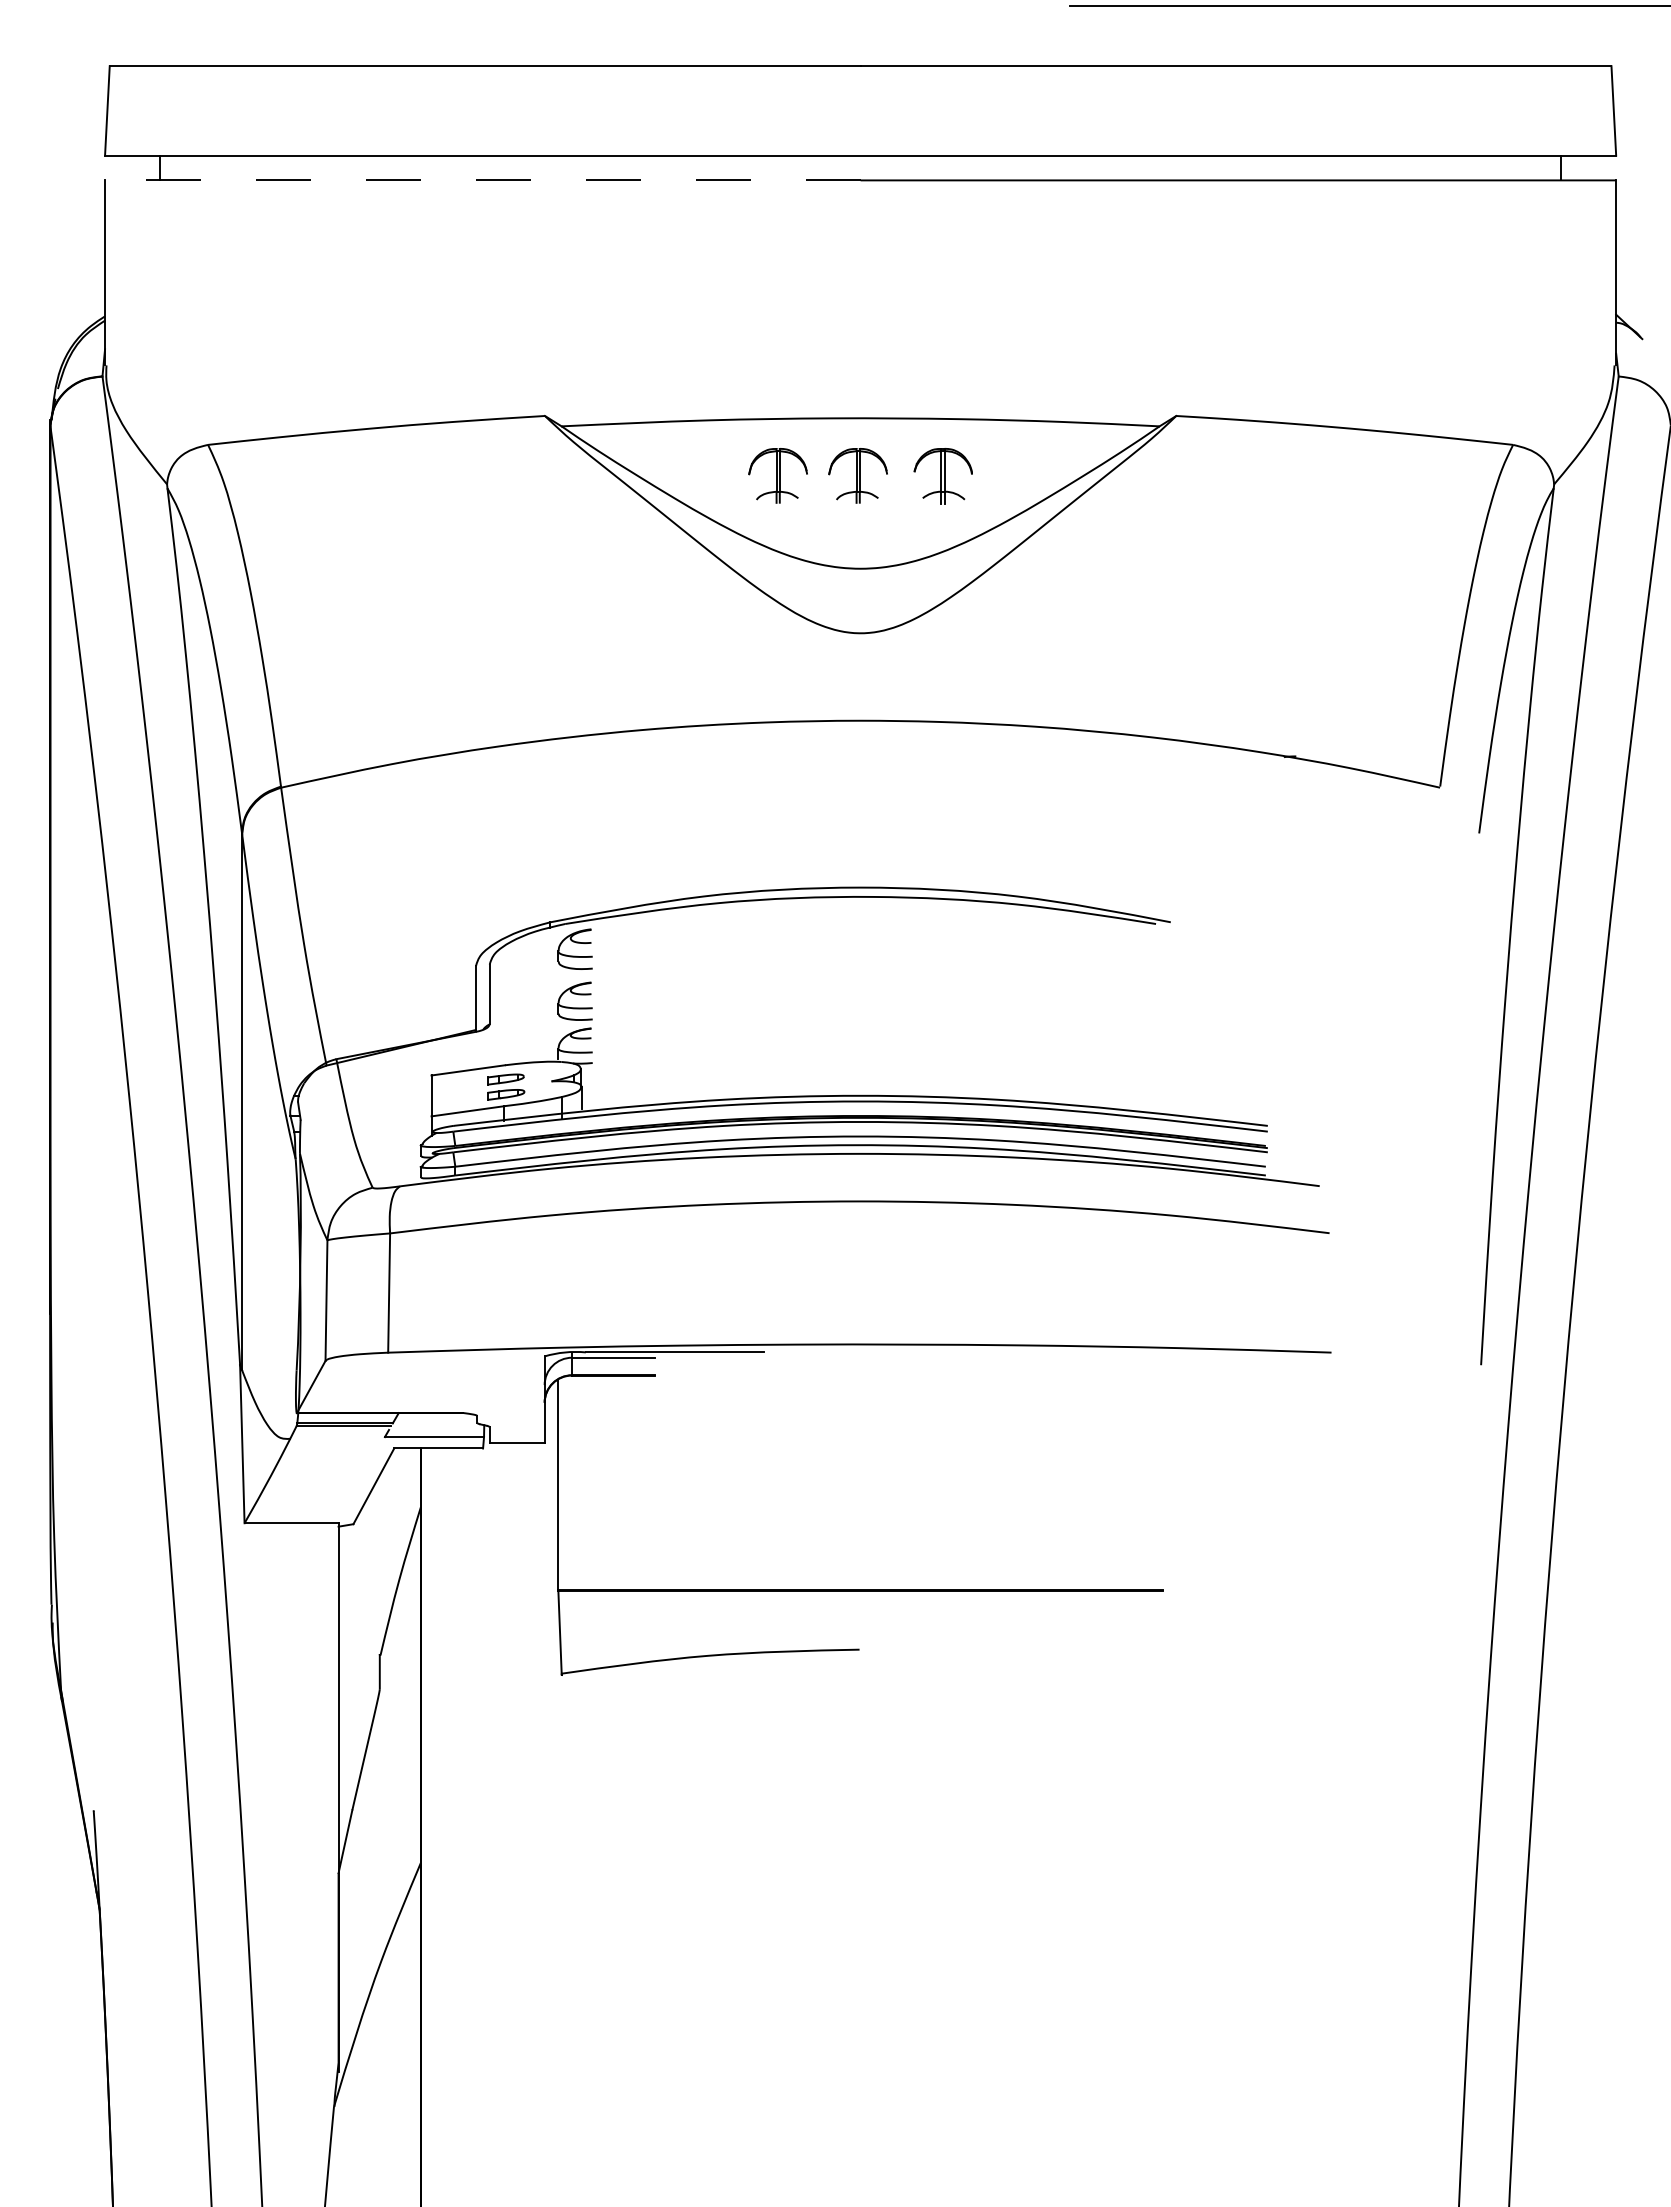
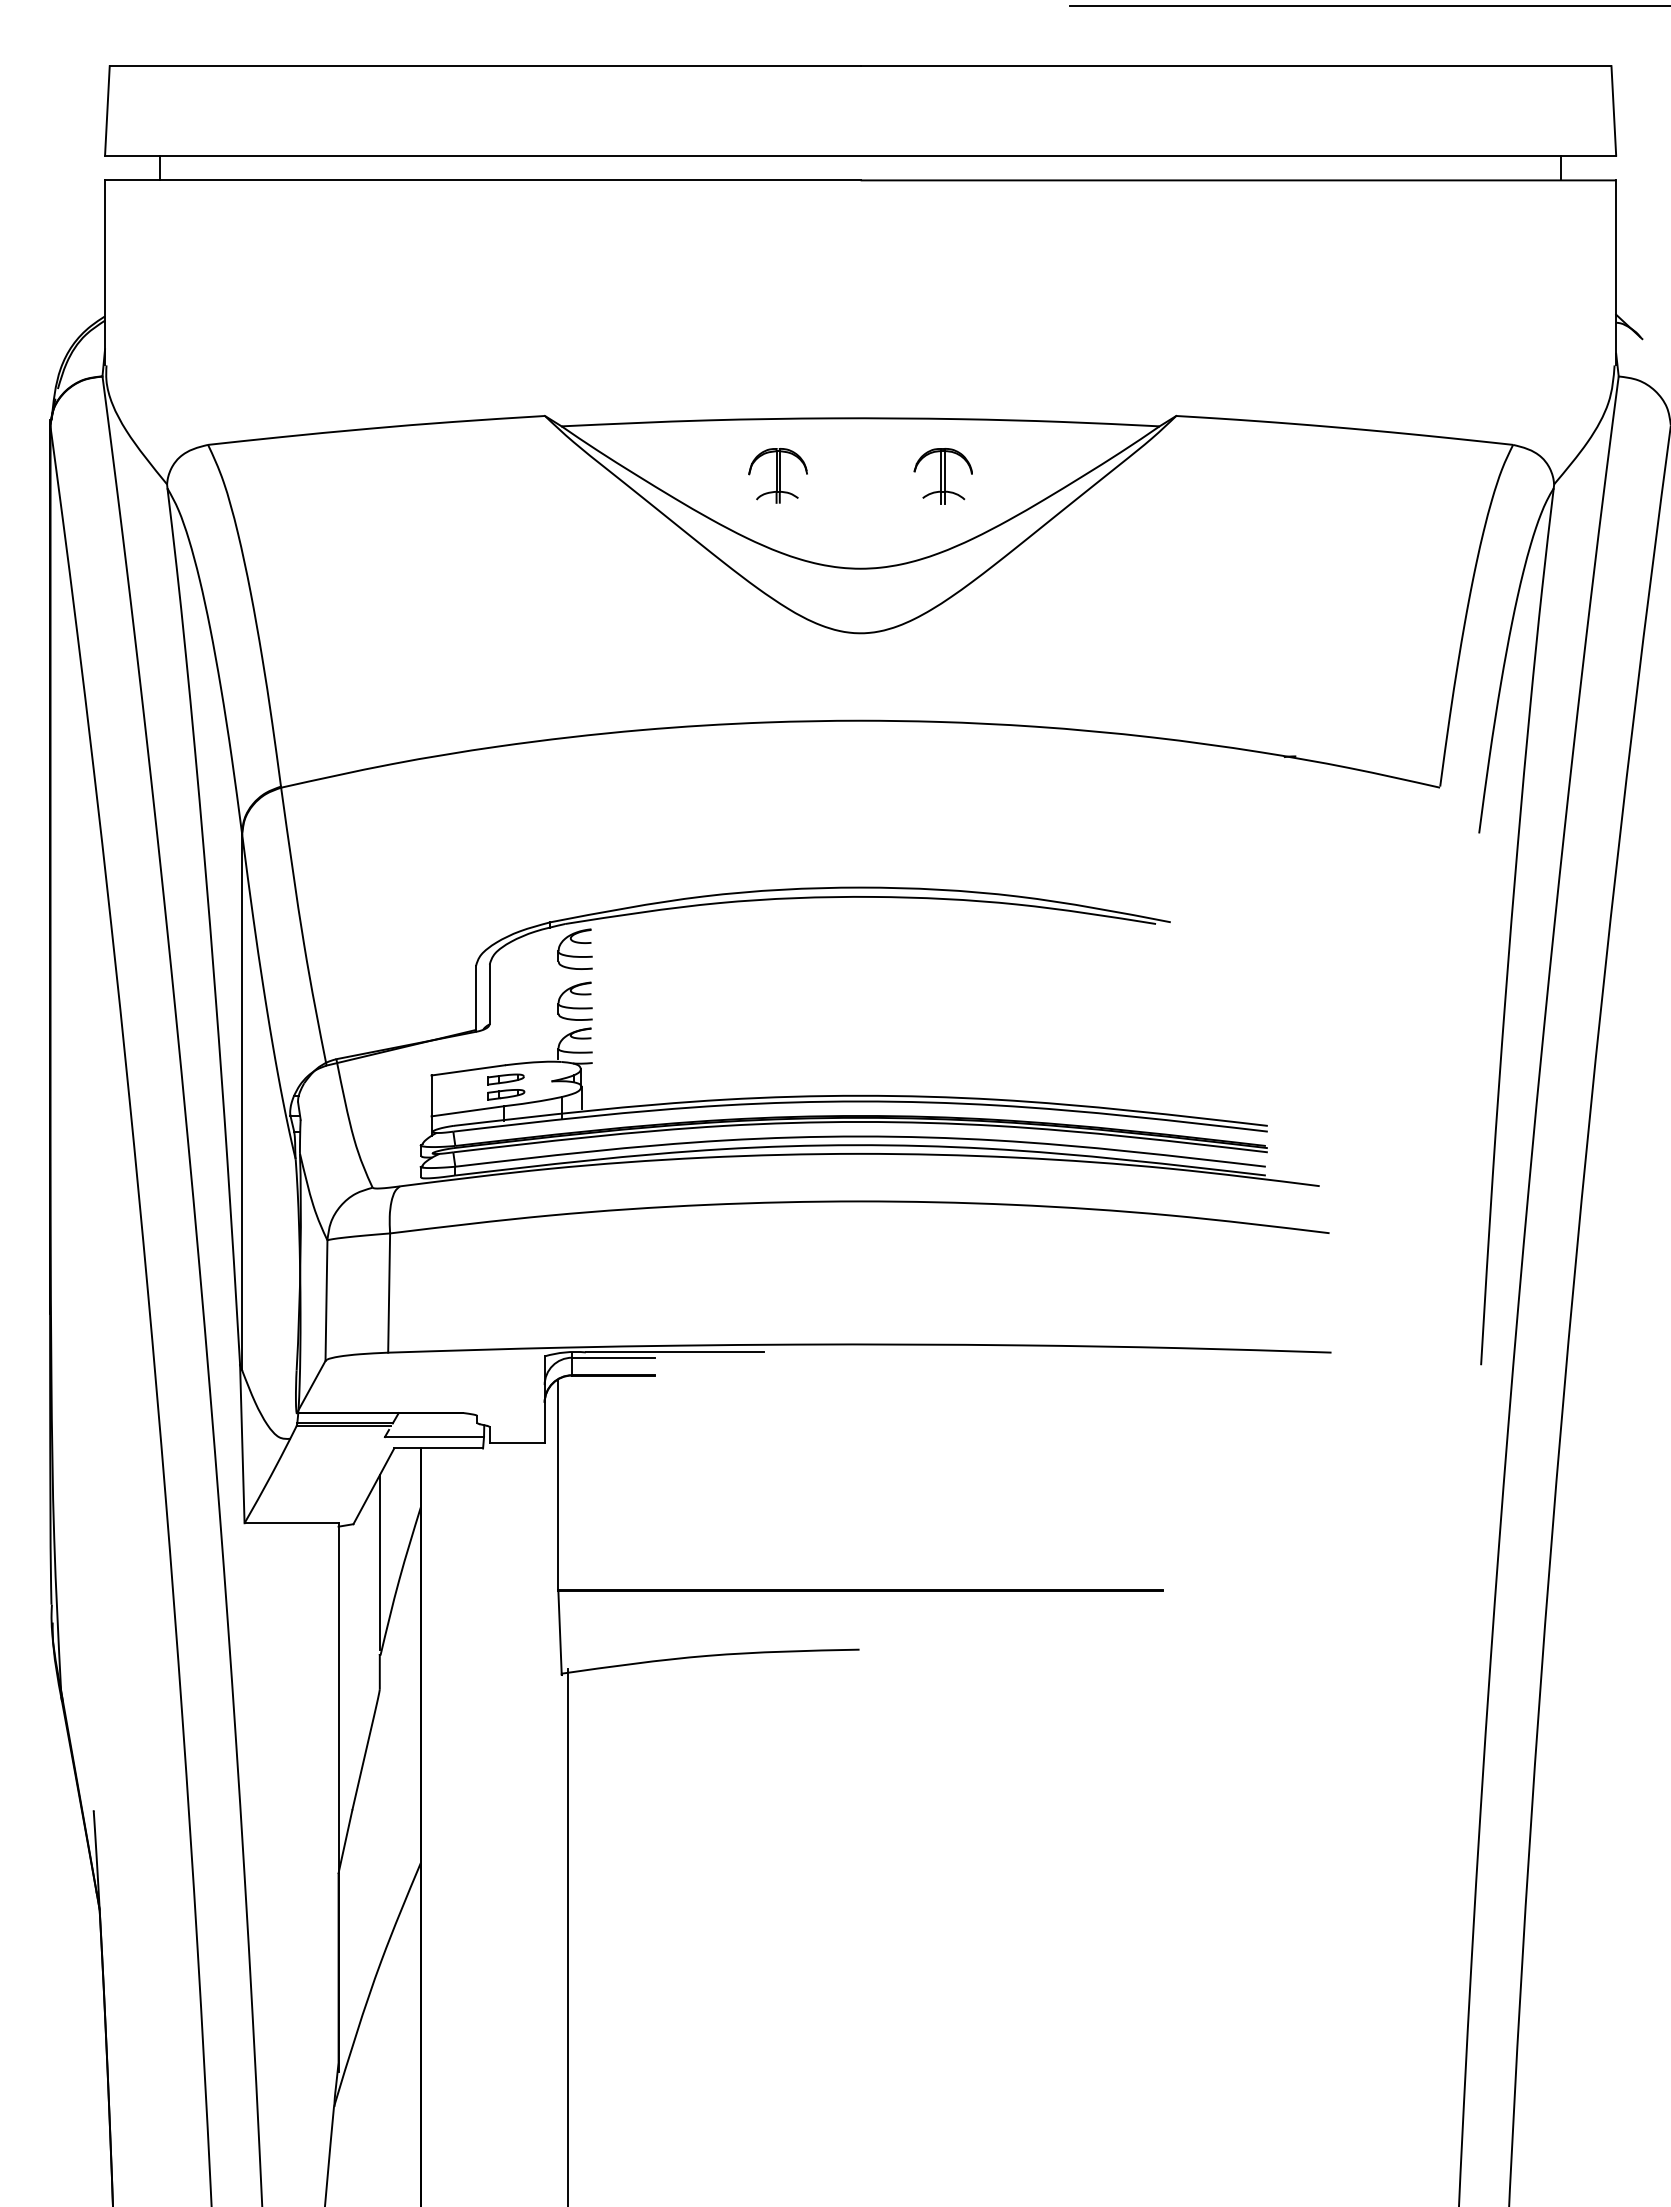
line at (482, 180): dashed -> solid
part at (857, 475): present -> none
line at (379, 1562): none -> present
line at (567, 1936): none -> present
